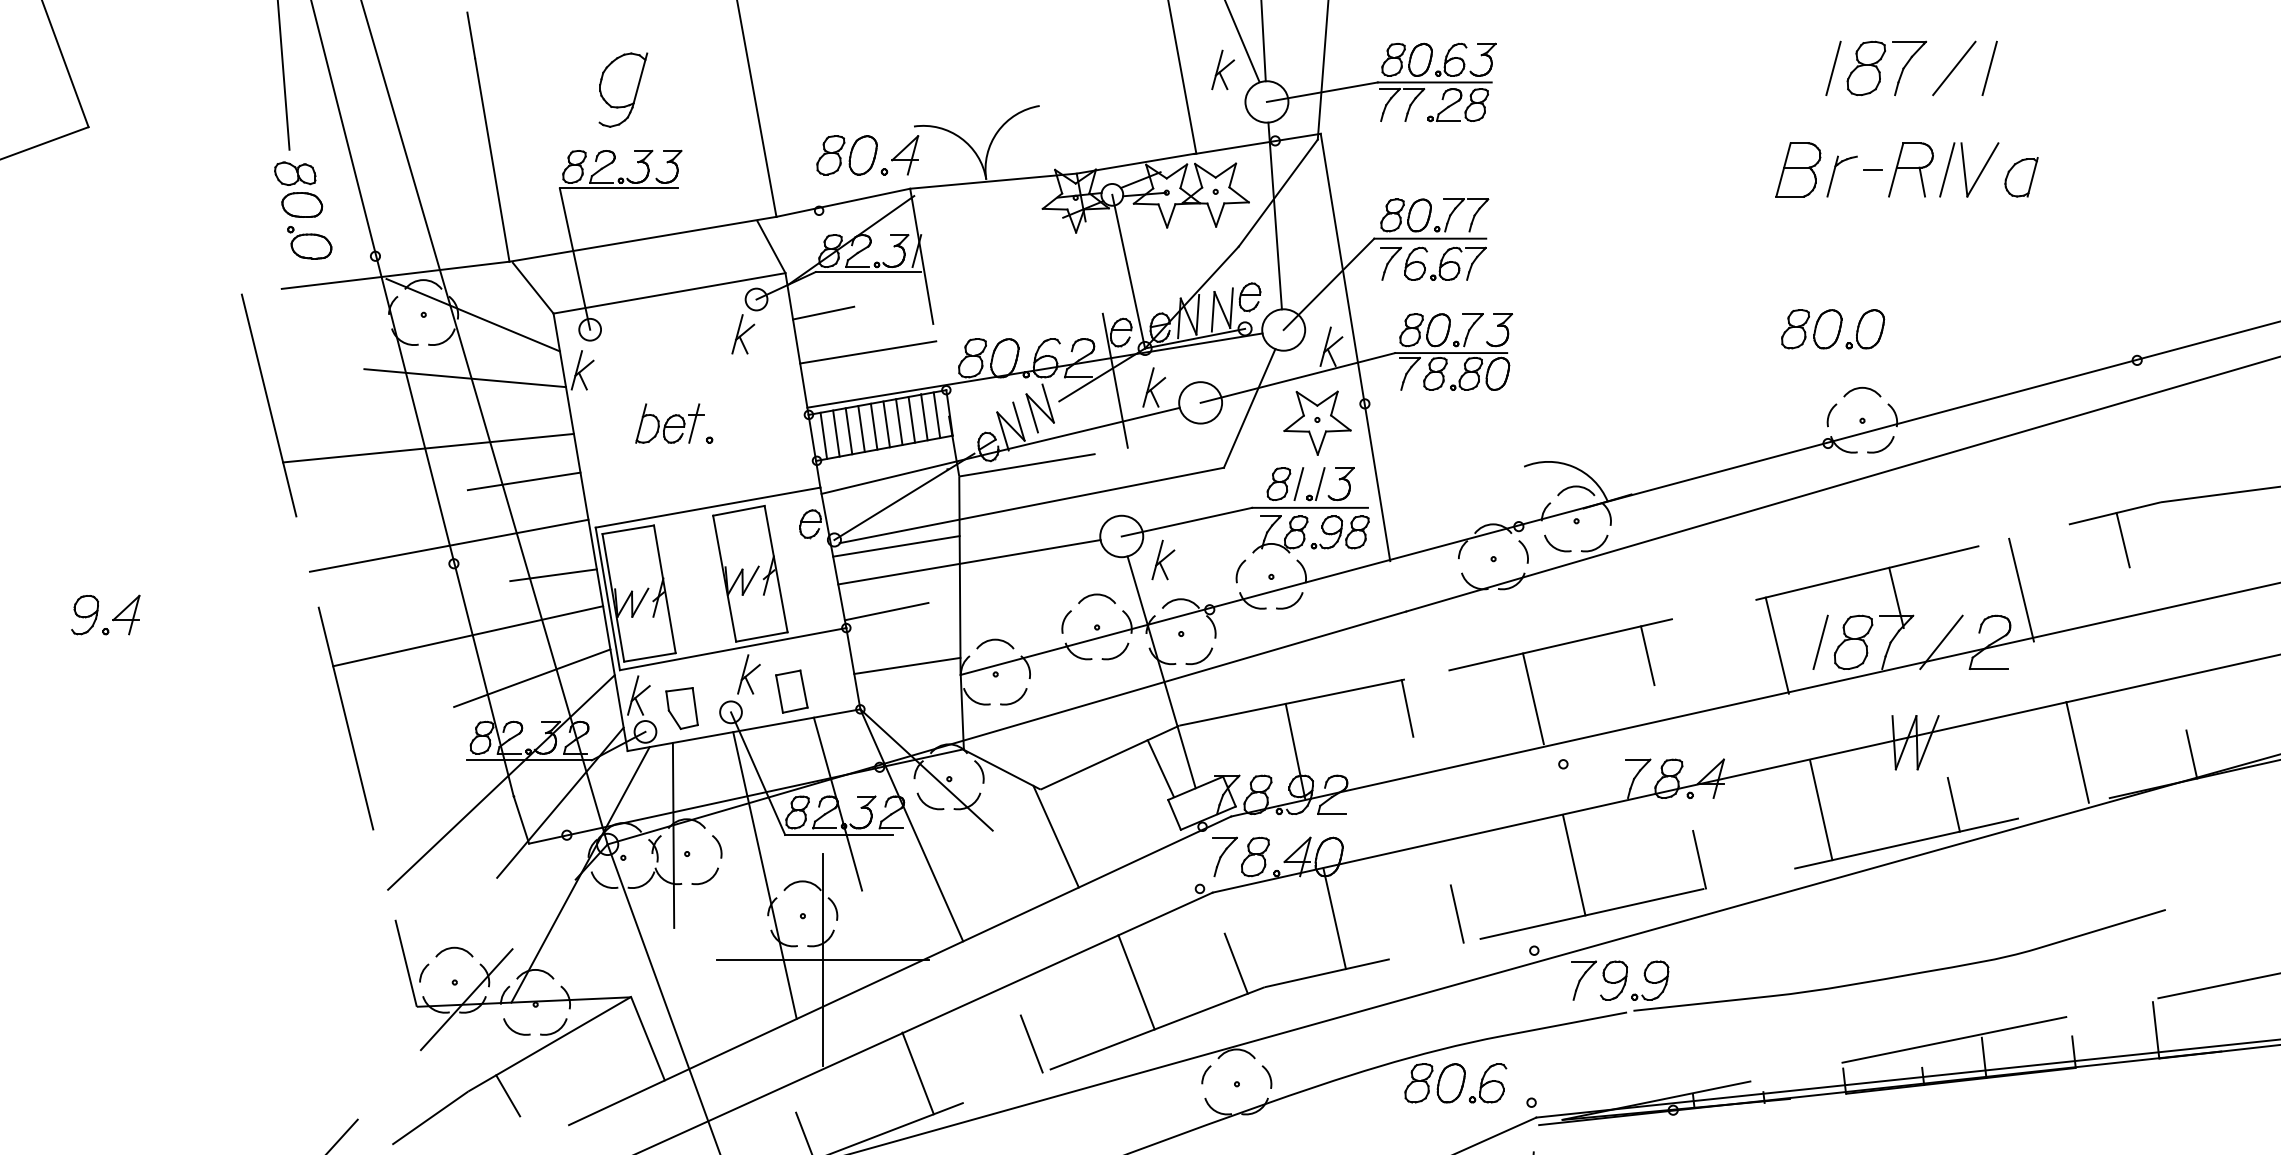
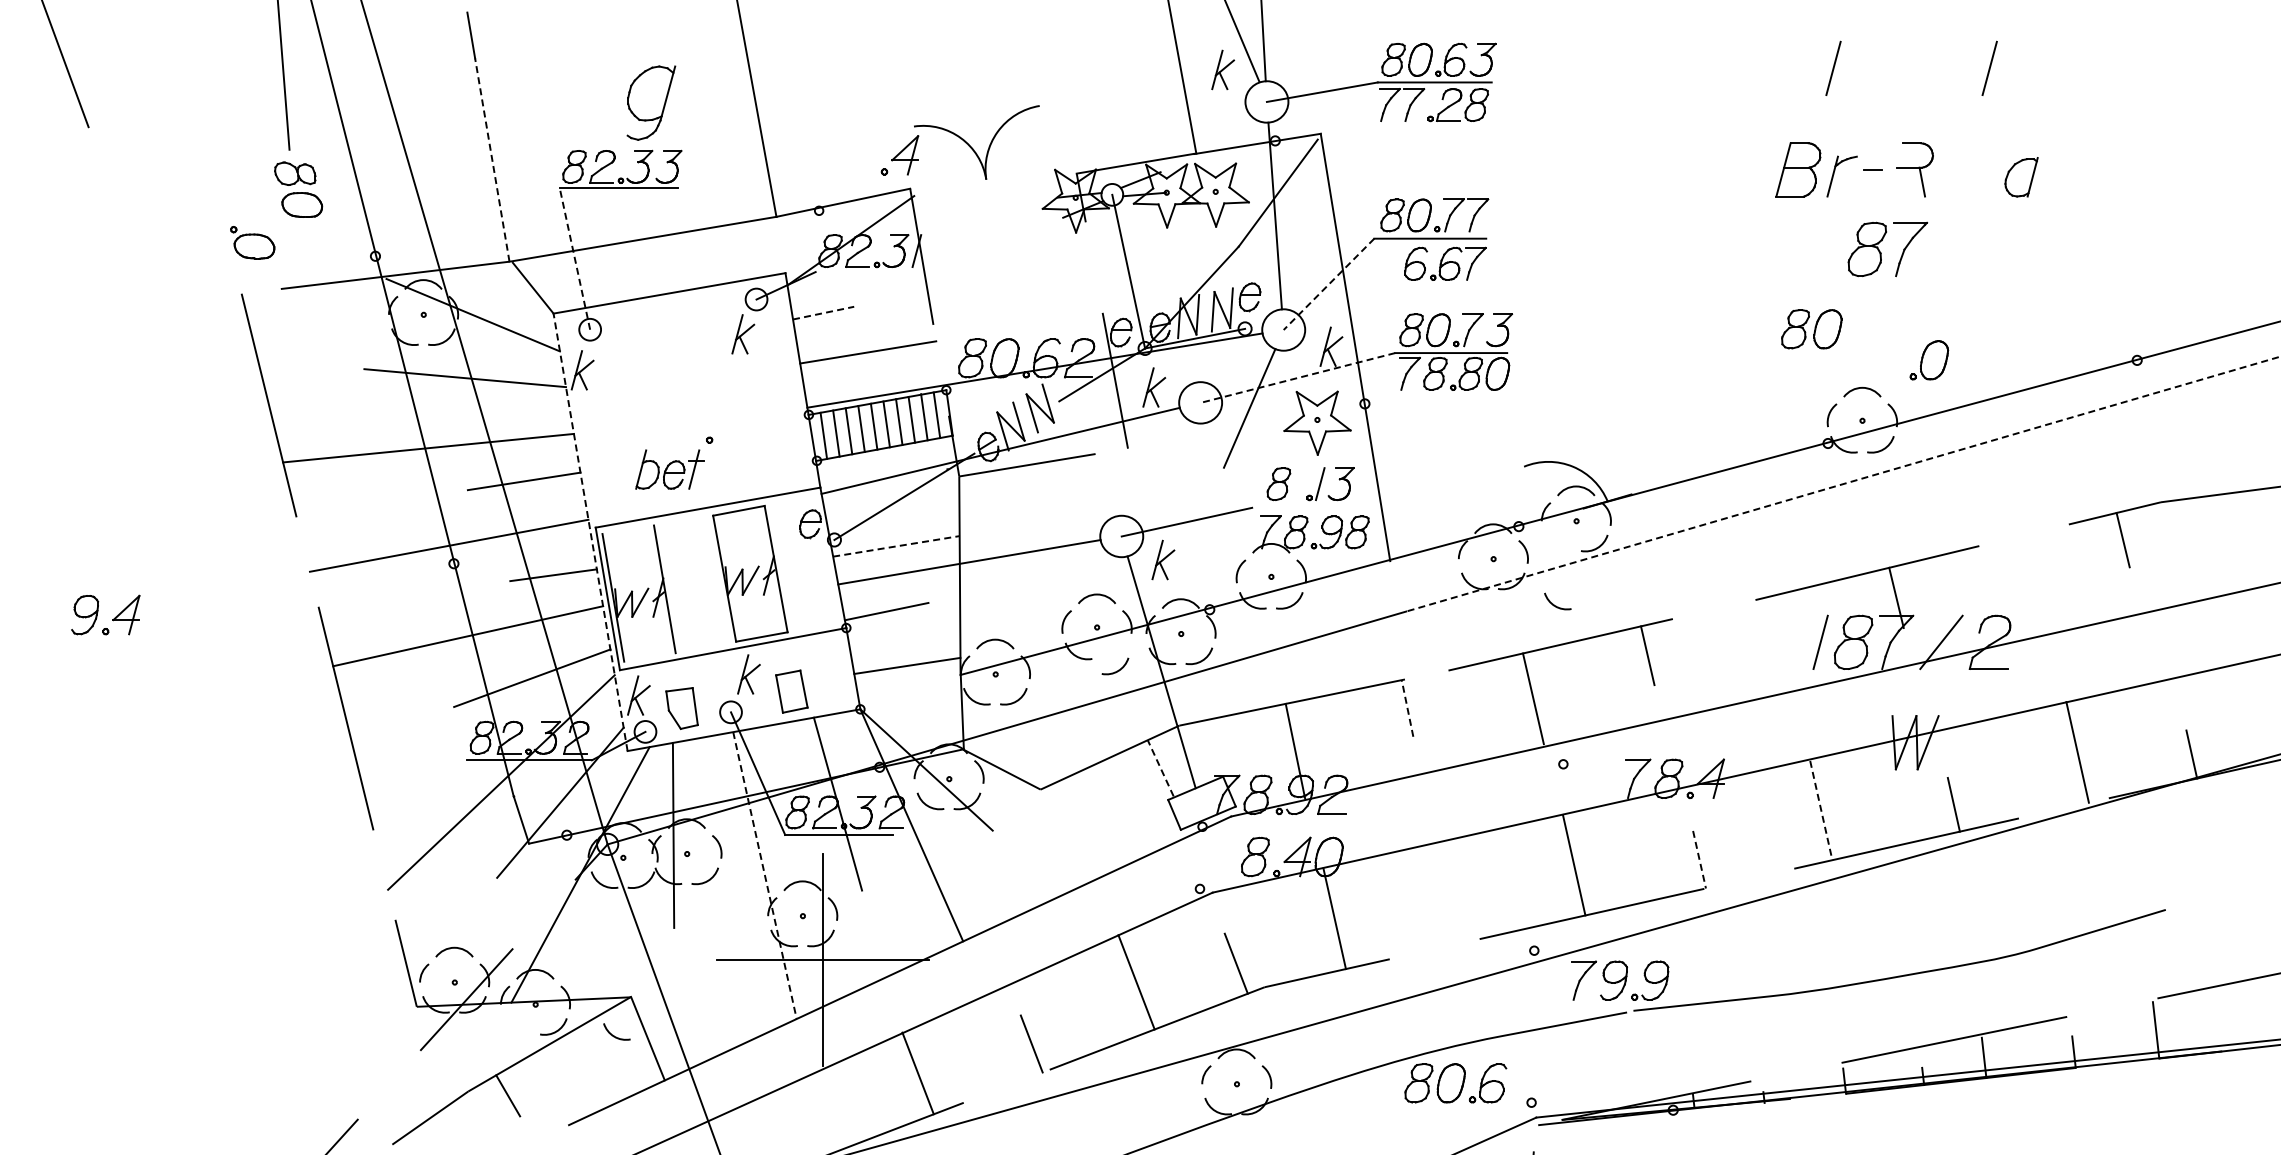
line at (1954, 68): present -> none
line at (1322, 70): present -> none
part at (1880, 71) position: (1880, 71) -> (1881, 252)
part at (623, 89) position: (623, 89) -> (651, 102)
line at (45, 142): present -> none
part at (846, 155): present -> none
line at (492, 159): solid -> dashed
line at (1896, 169): present -> none
part at (1969, 169): present -> none
line at (993, 180): present -> none
part at (309, 242) position: (309, 242) -> (252, 242)
line at (770, 246): present -> none
line at (574, 258): solid -> dashed
part at (1391, 263): present -> none
line at (868, 272): present -> none
line at (1328, 284): solid -> dashed
line at (824, 313): solid -> dashed
part at (1865, 329) position: (1865, 329) -> (1929, 360)
line at (1297, 378): solid -> dashed
part at (669, 423) position: (669, 423) -> (669, 469)
line at (1298, 484): present -> none
line at (1842, 484): solid -> dashed
line at (1031, 505): present -> none
line at (1309, 507): present -> none
line at (628, 529): present -> none
line at (590, 532): solid -> dashed
line at (896, 546): solid -> dashed
arc at (1556, 547) position: (1556, 547) -> (1556, 605)
line at (2021, 589): present -> none
line at (1776, 645): present -> none
arc at (1118, 654) position: (1118, 654) -> (1118, 669)
line at (649, 657): present -> none
line at (1407, 708): solid -> dashed
line at (1160, 768): solid -> dashed
line at (1821, 810): solid -> dashed
line at (1055, 836): present -> none
part at (1224, 856): present -> none
line at (1699, 860): solid -> dashed
line at (764, 875): solid -> dashed
line at (1456, 913): present -> none
arc at (514, 1030) position: (514, 1030) -> (614, 1035)
line at (803, 1131): present -> none
